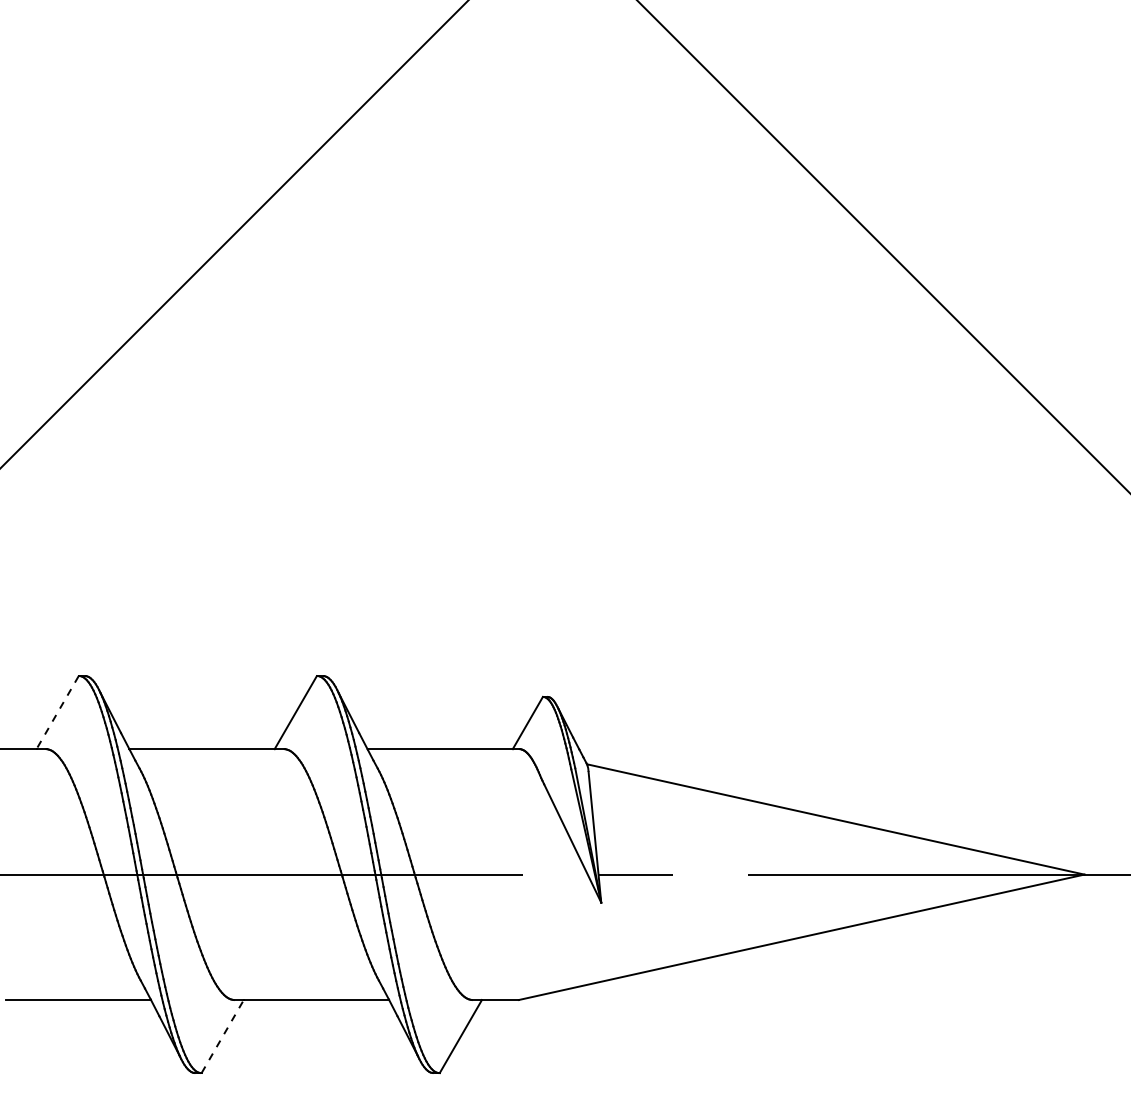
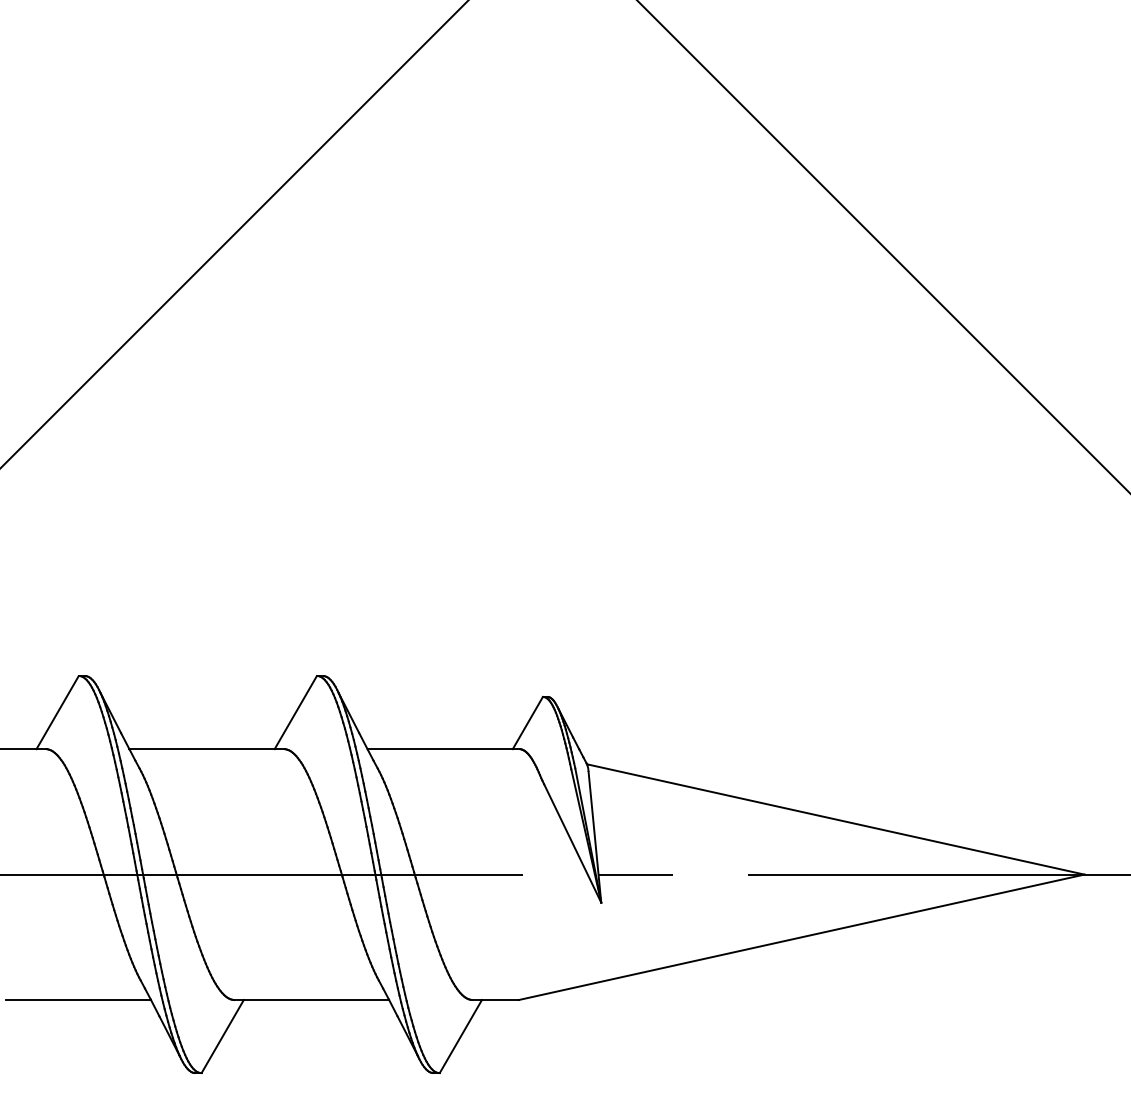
line at (57, 713): dashed -> solid
line at (223, 1036): dashed -> solid
